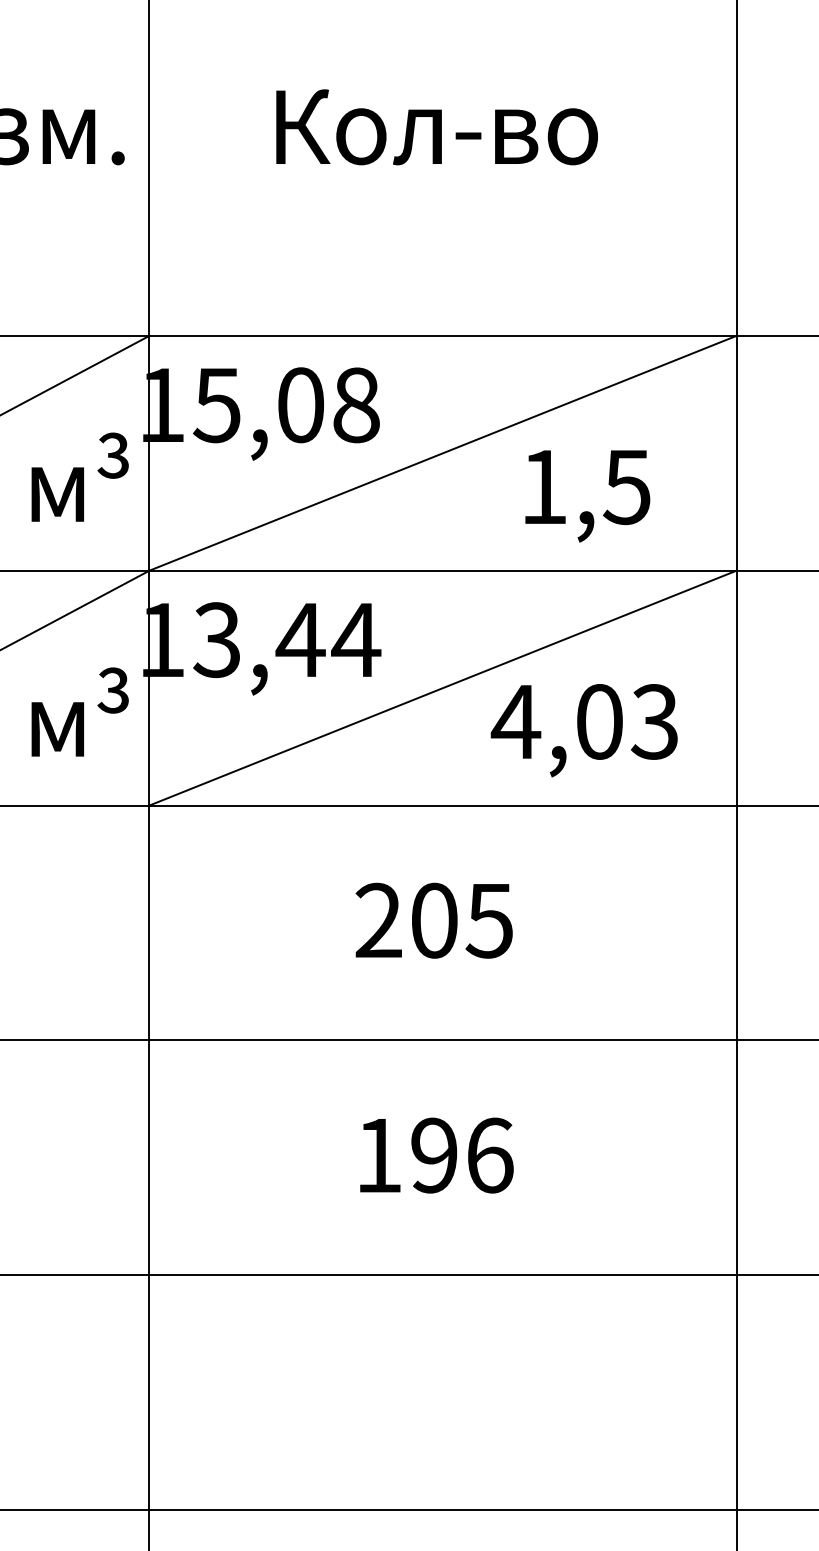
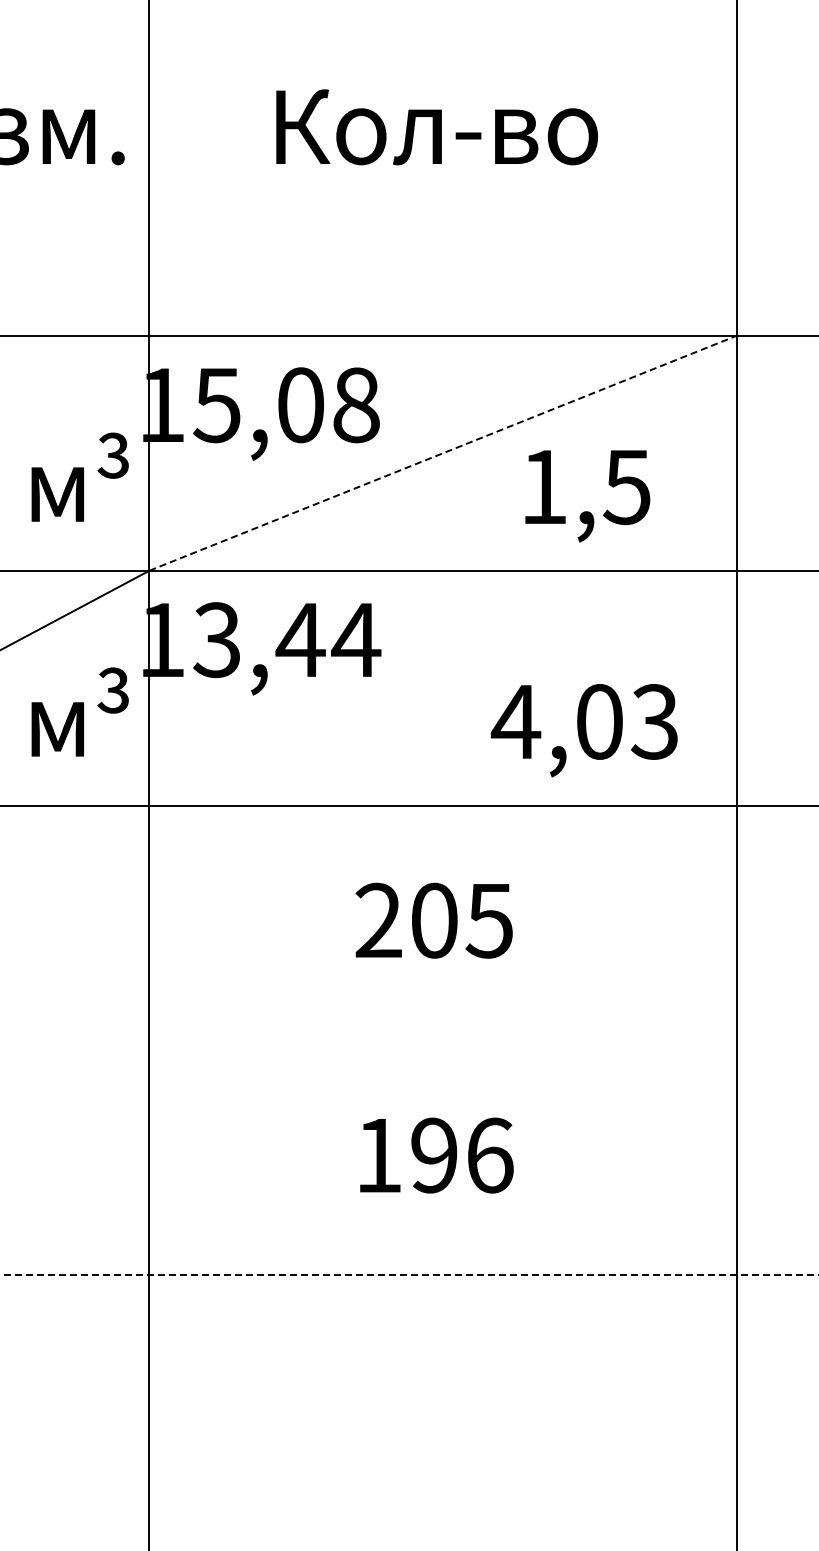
line at (75, 374): present -> none
line at (443, 453): solid -> dashed
line at (442, 687): present -> none
line at (408, 1040): present -> none
line at (409, 1275): solid -> dashed
line at (408, 1510): present -> none
